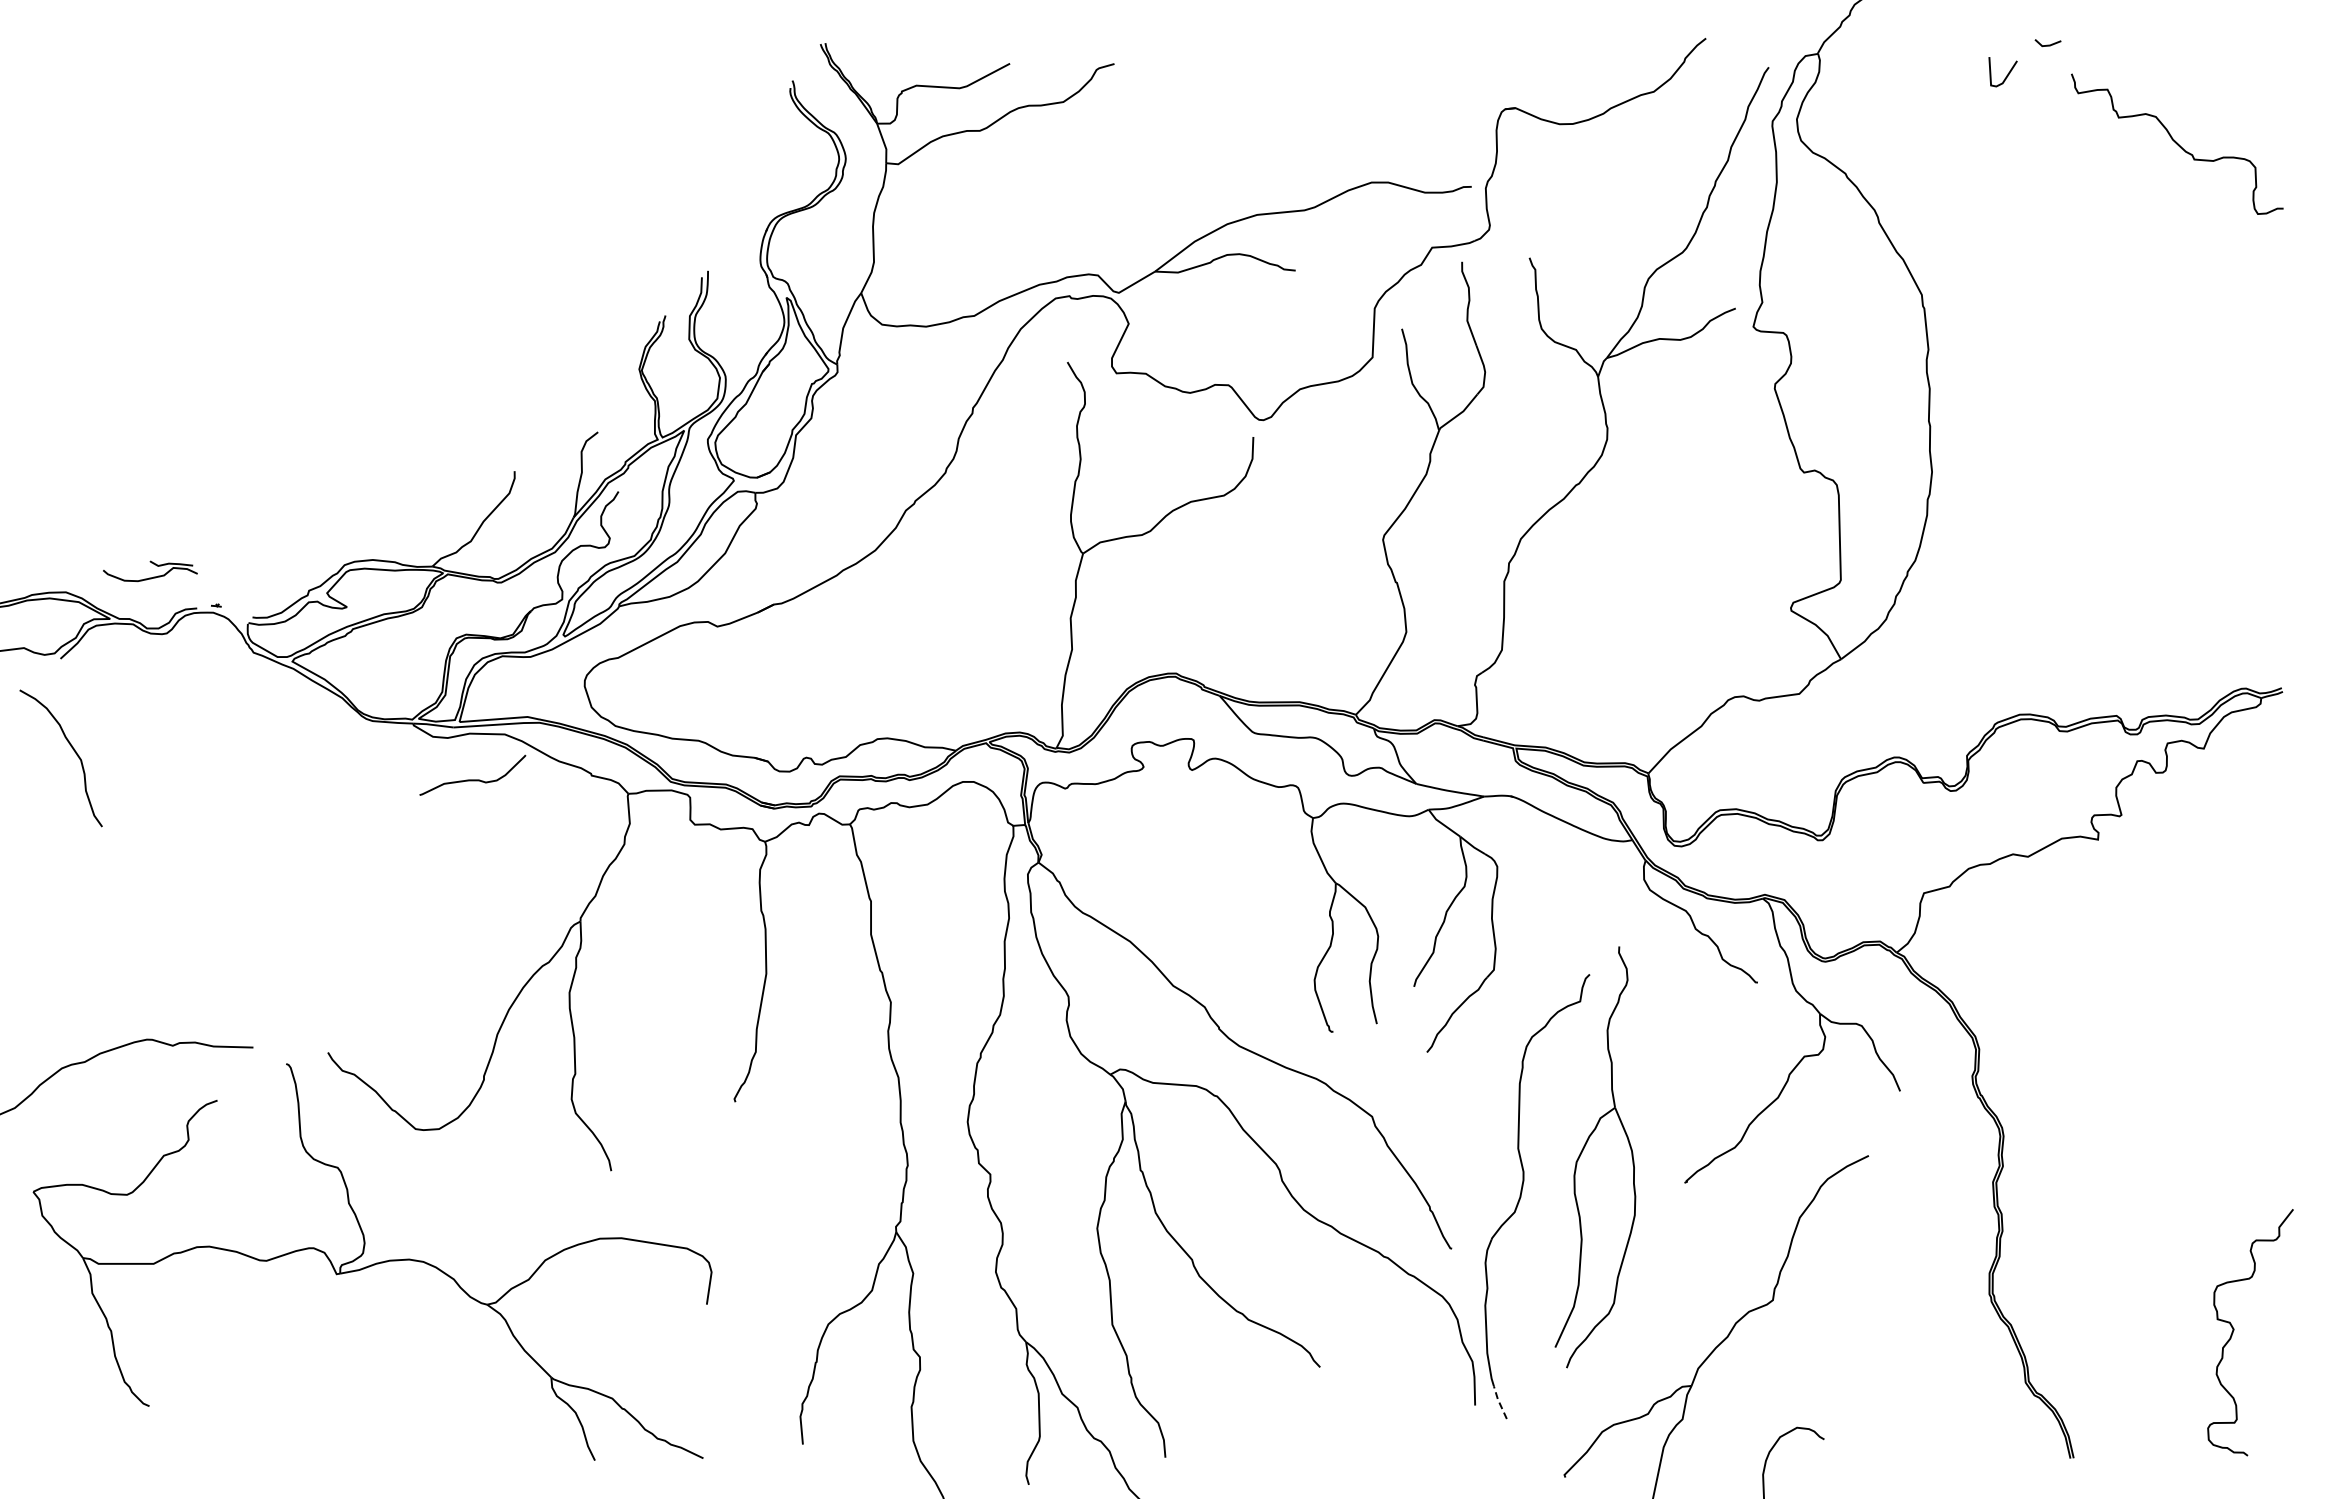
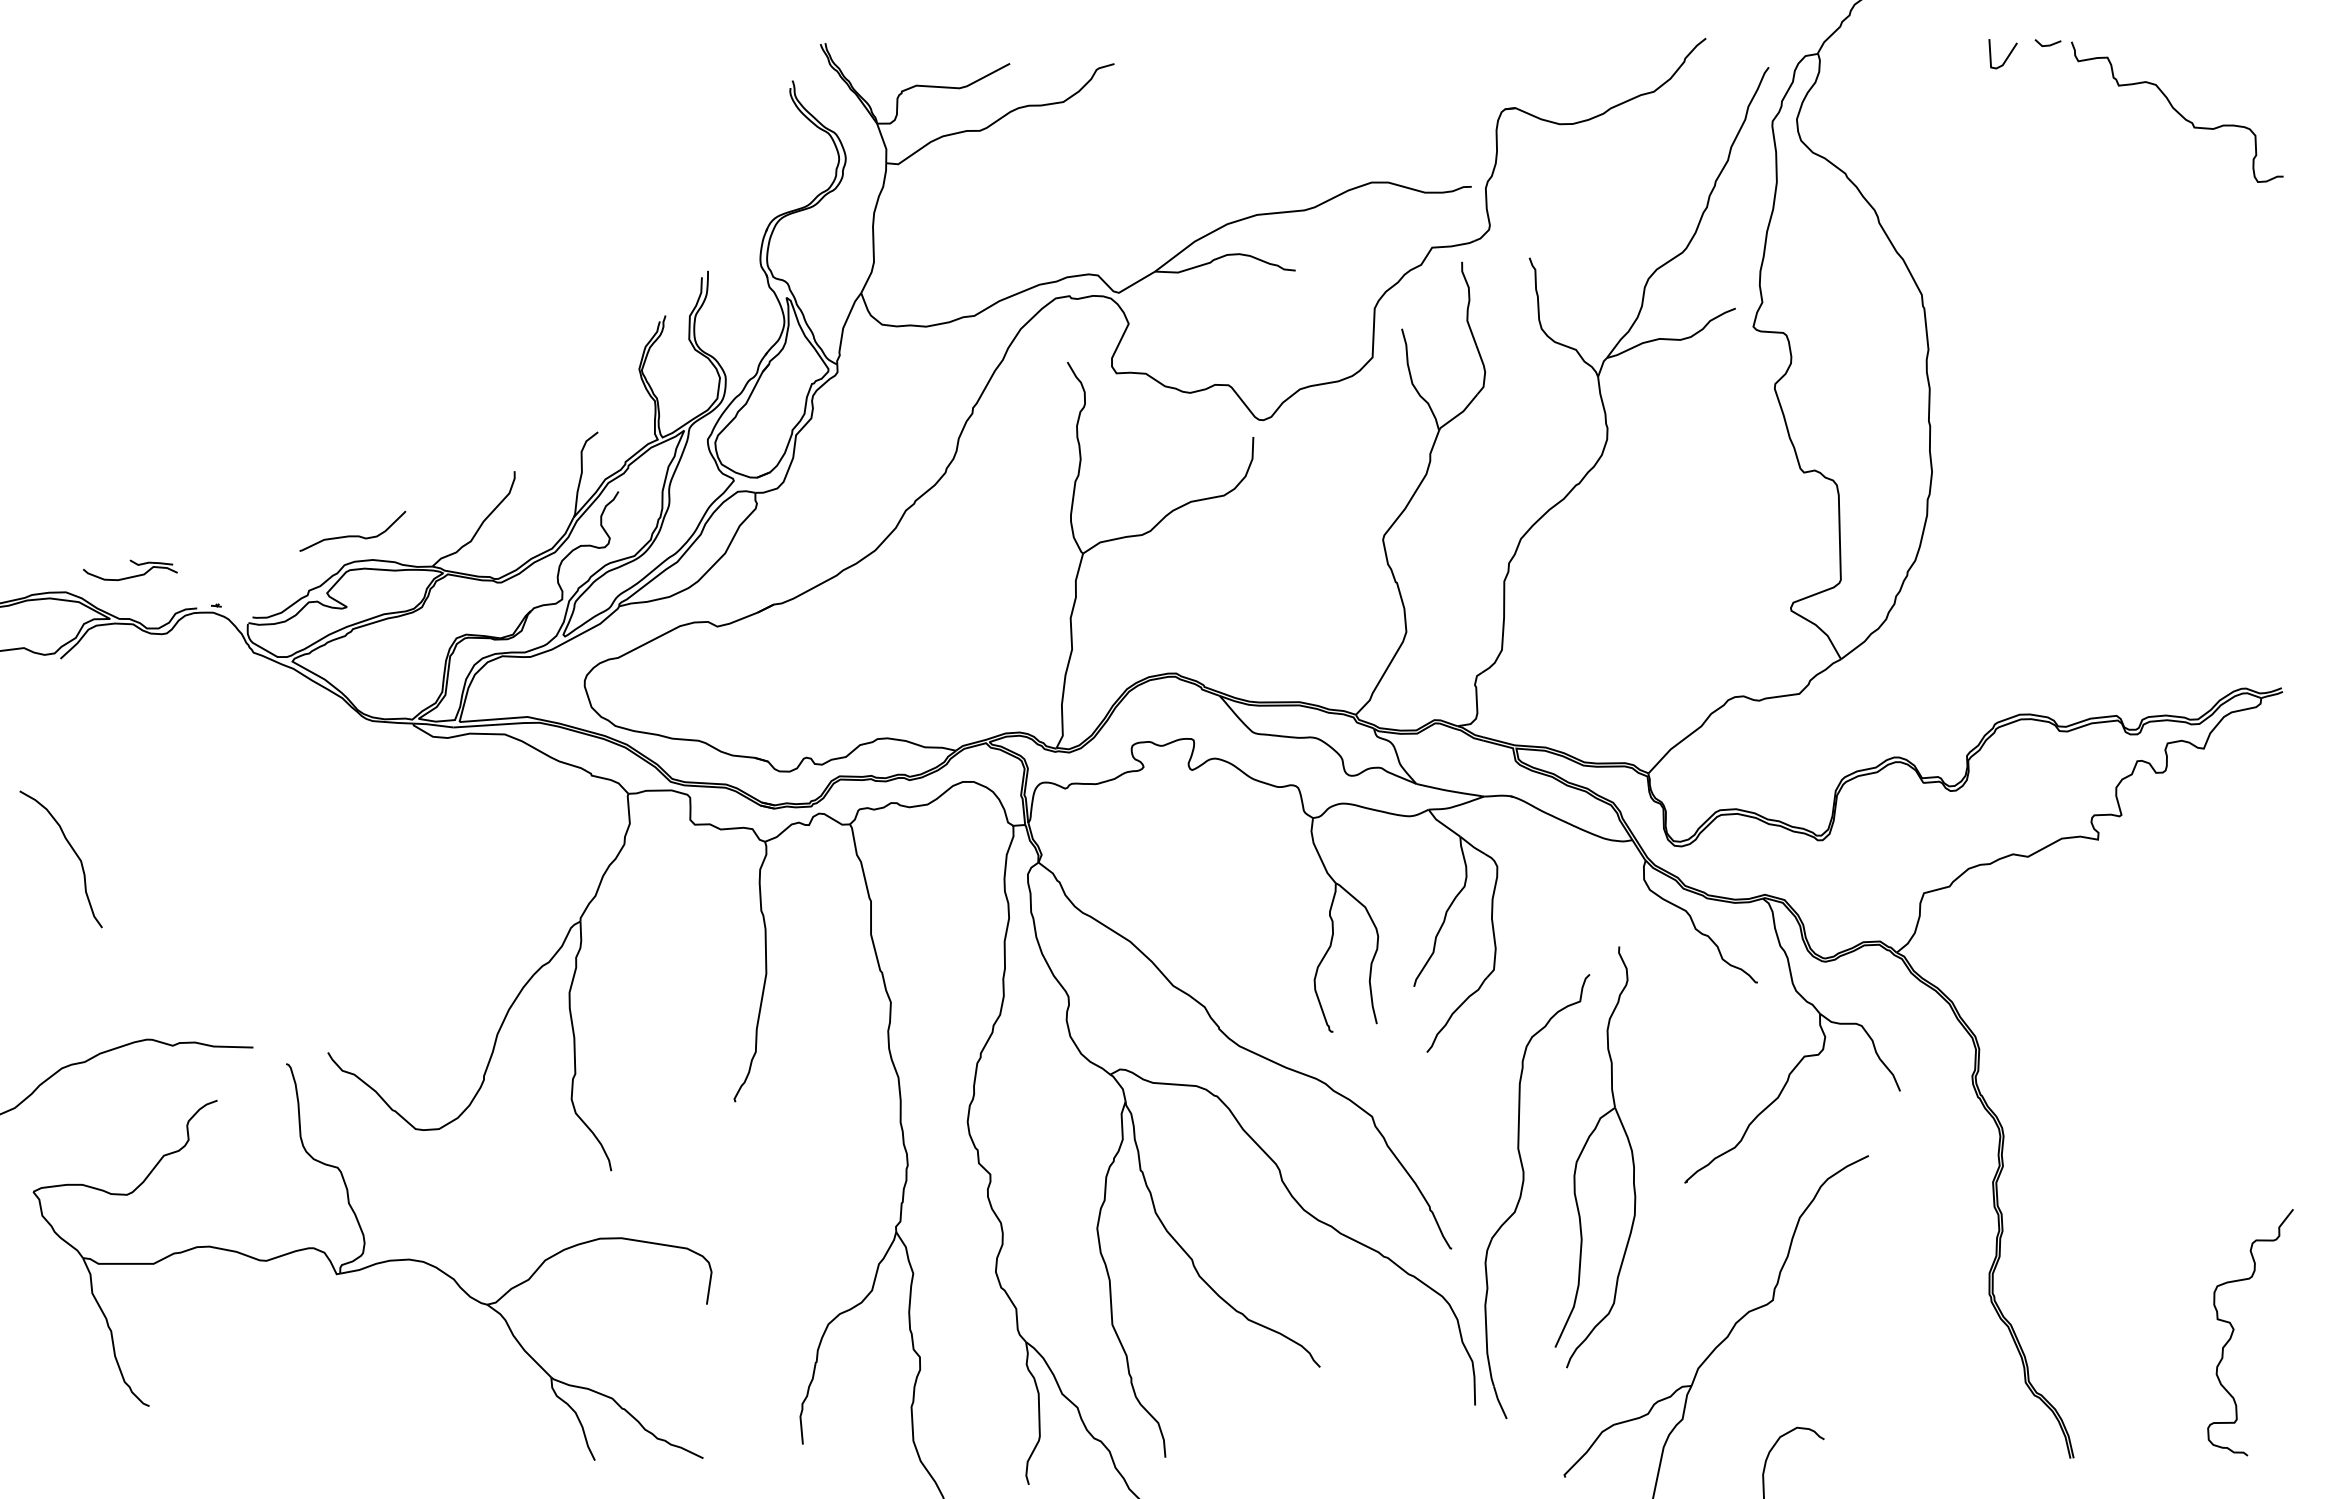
line at (2006, 75) position: (2006, 75) -> (2006, 57)
curve at (2177, 143) position: (2177, 143) -> (2177, 111)
part at (150, 571) position: (150, 571) -> (130, 570)
curve at (72, 749) position: (72, 749) -> (72, 850)
curve at (472, 779) position: (472, 779) -> (352, 535)
line at (1499, 1401): dashed -> solid
